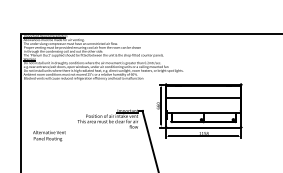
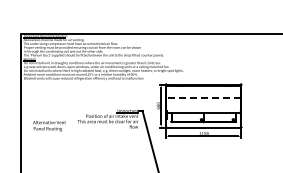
line at (203, 98): solid -> dashed
text at (49, 135) position: (49, 135) -> (49, 125)
